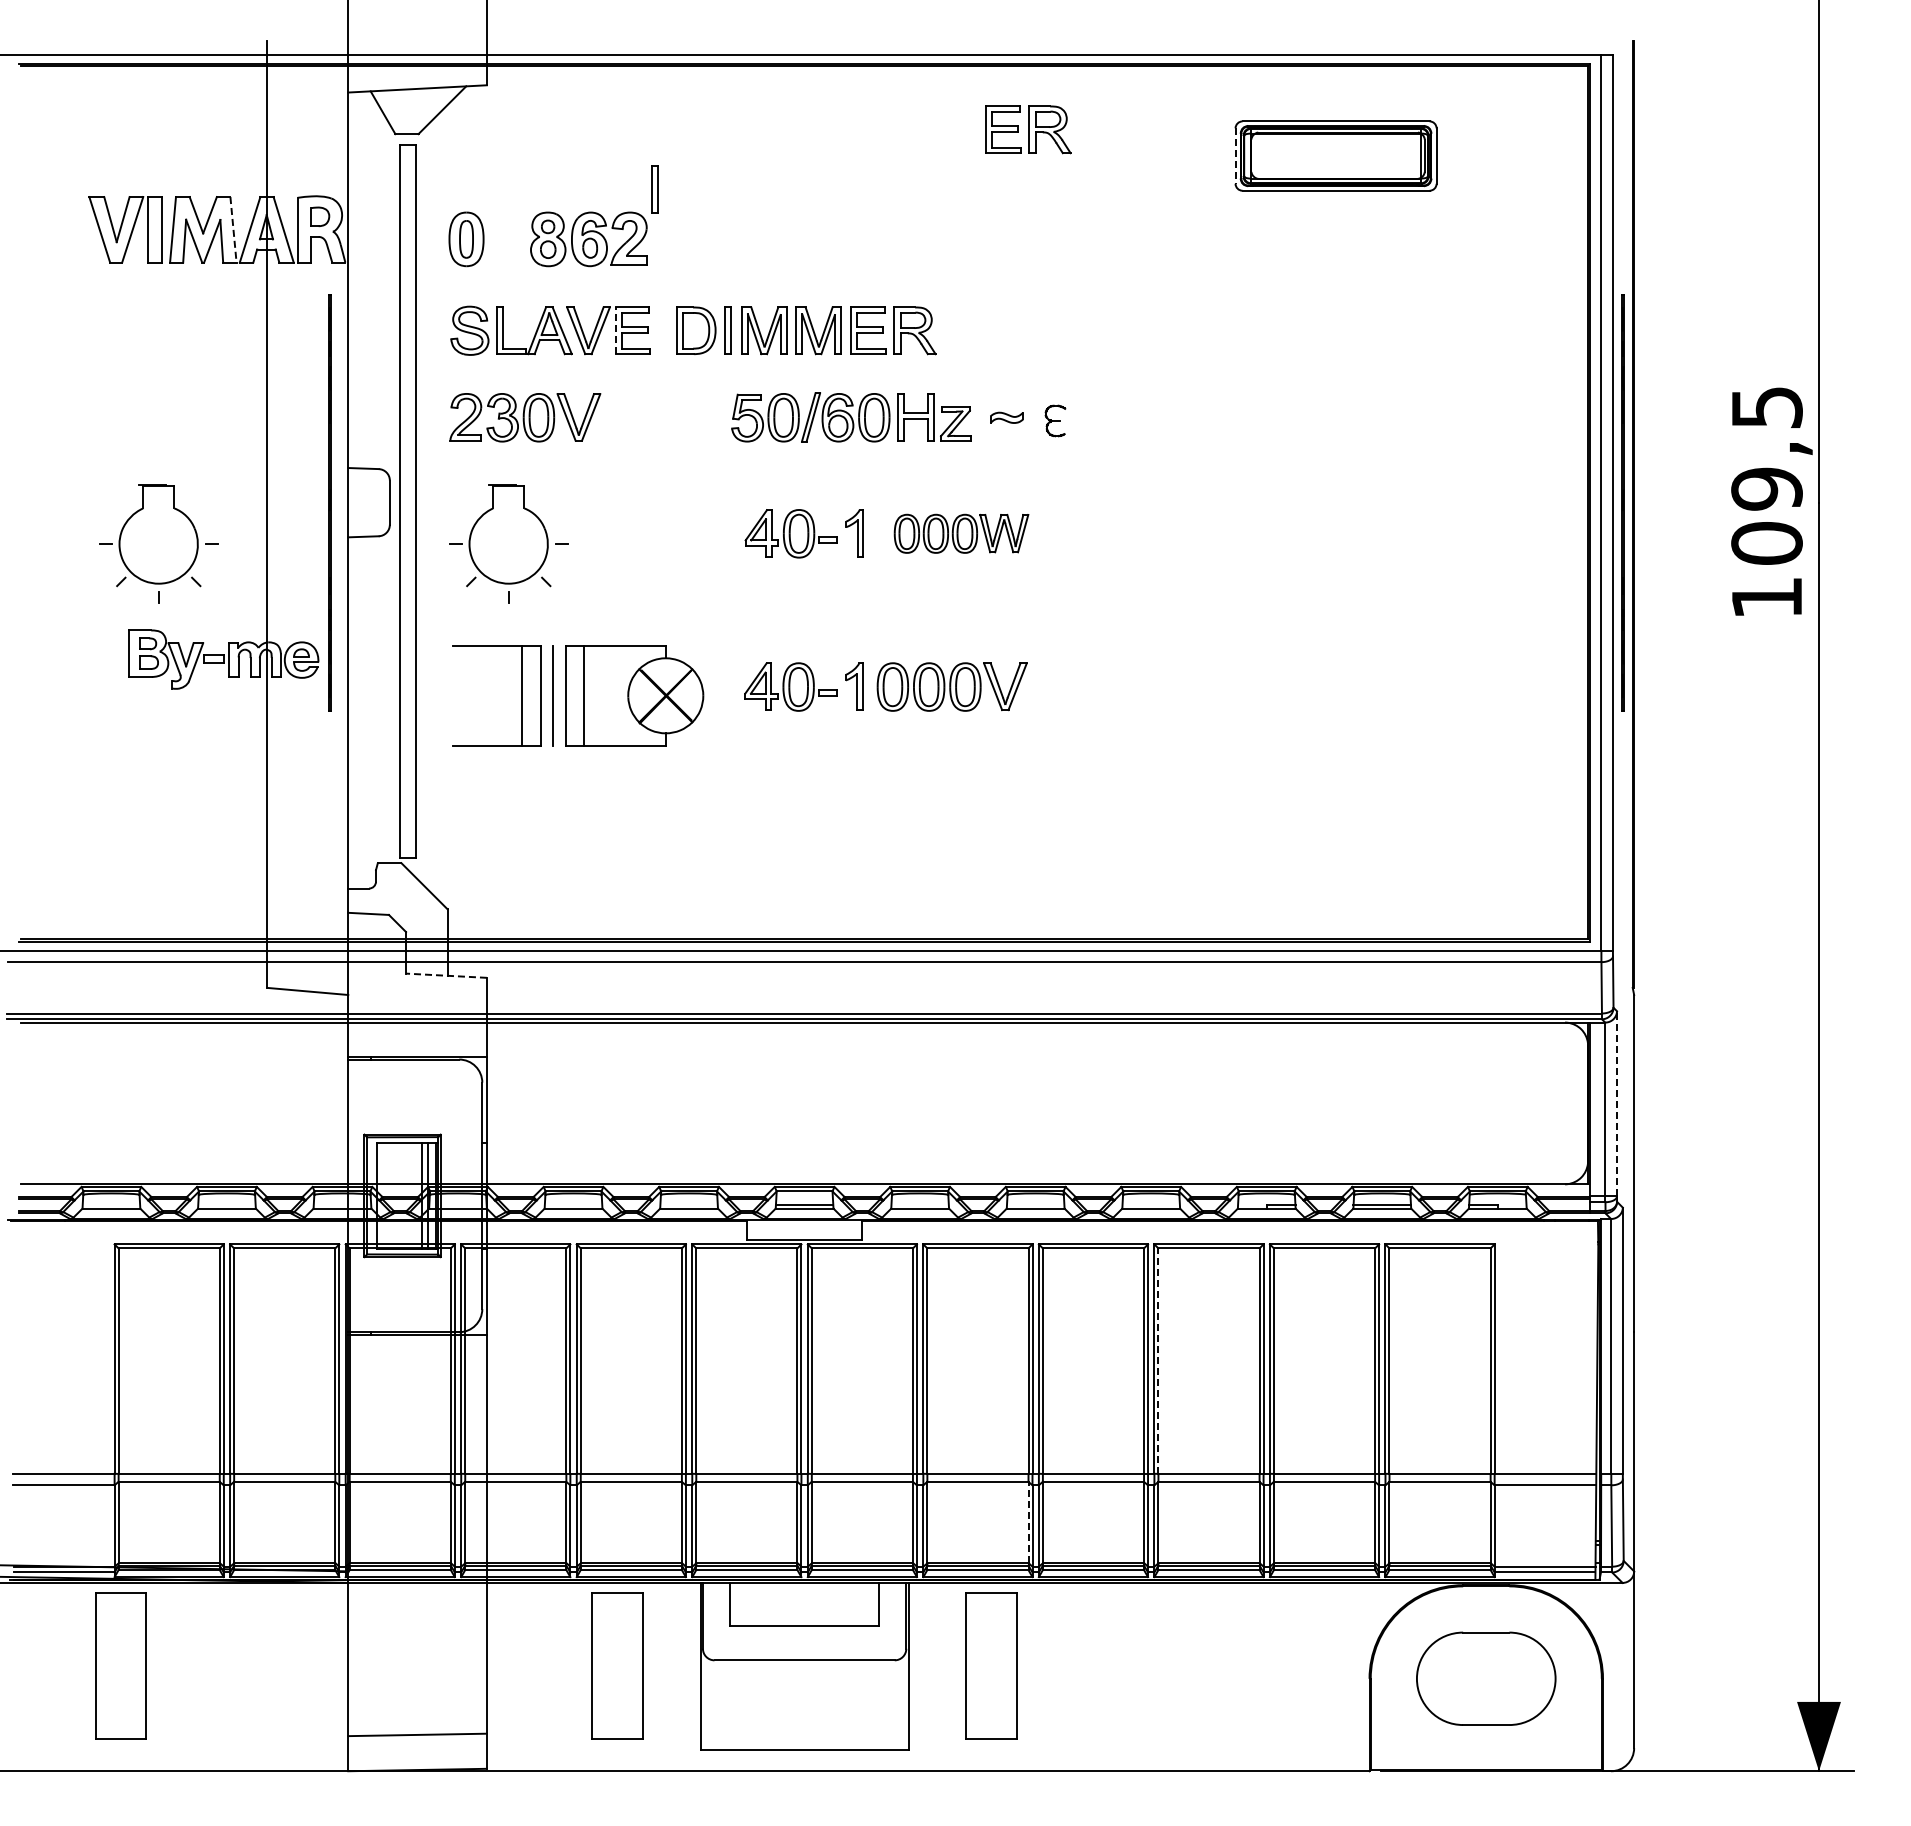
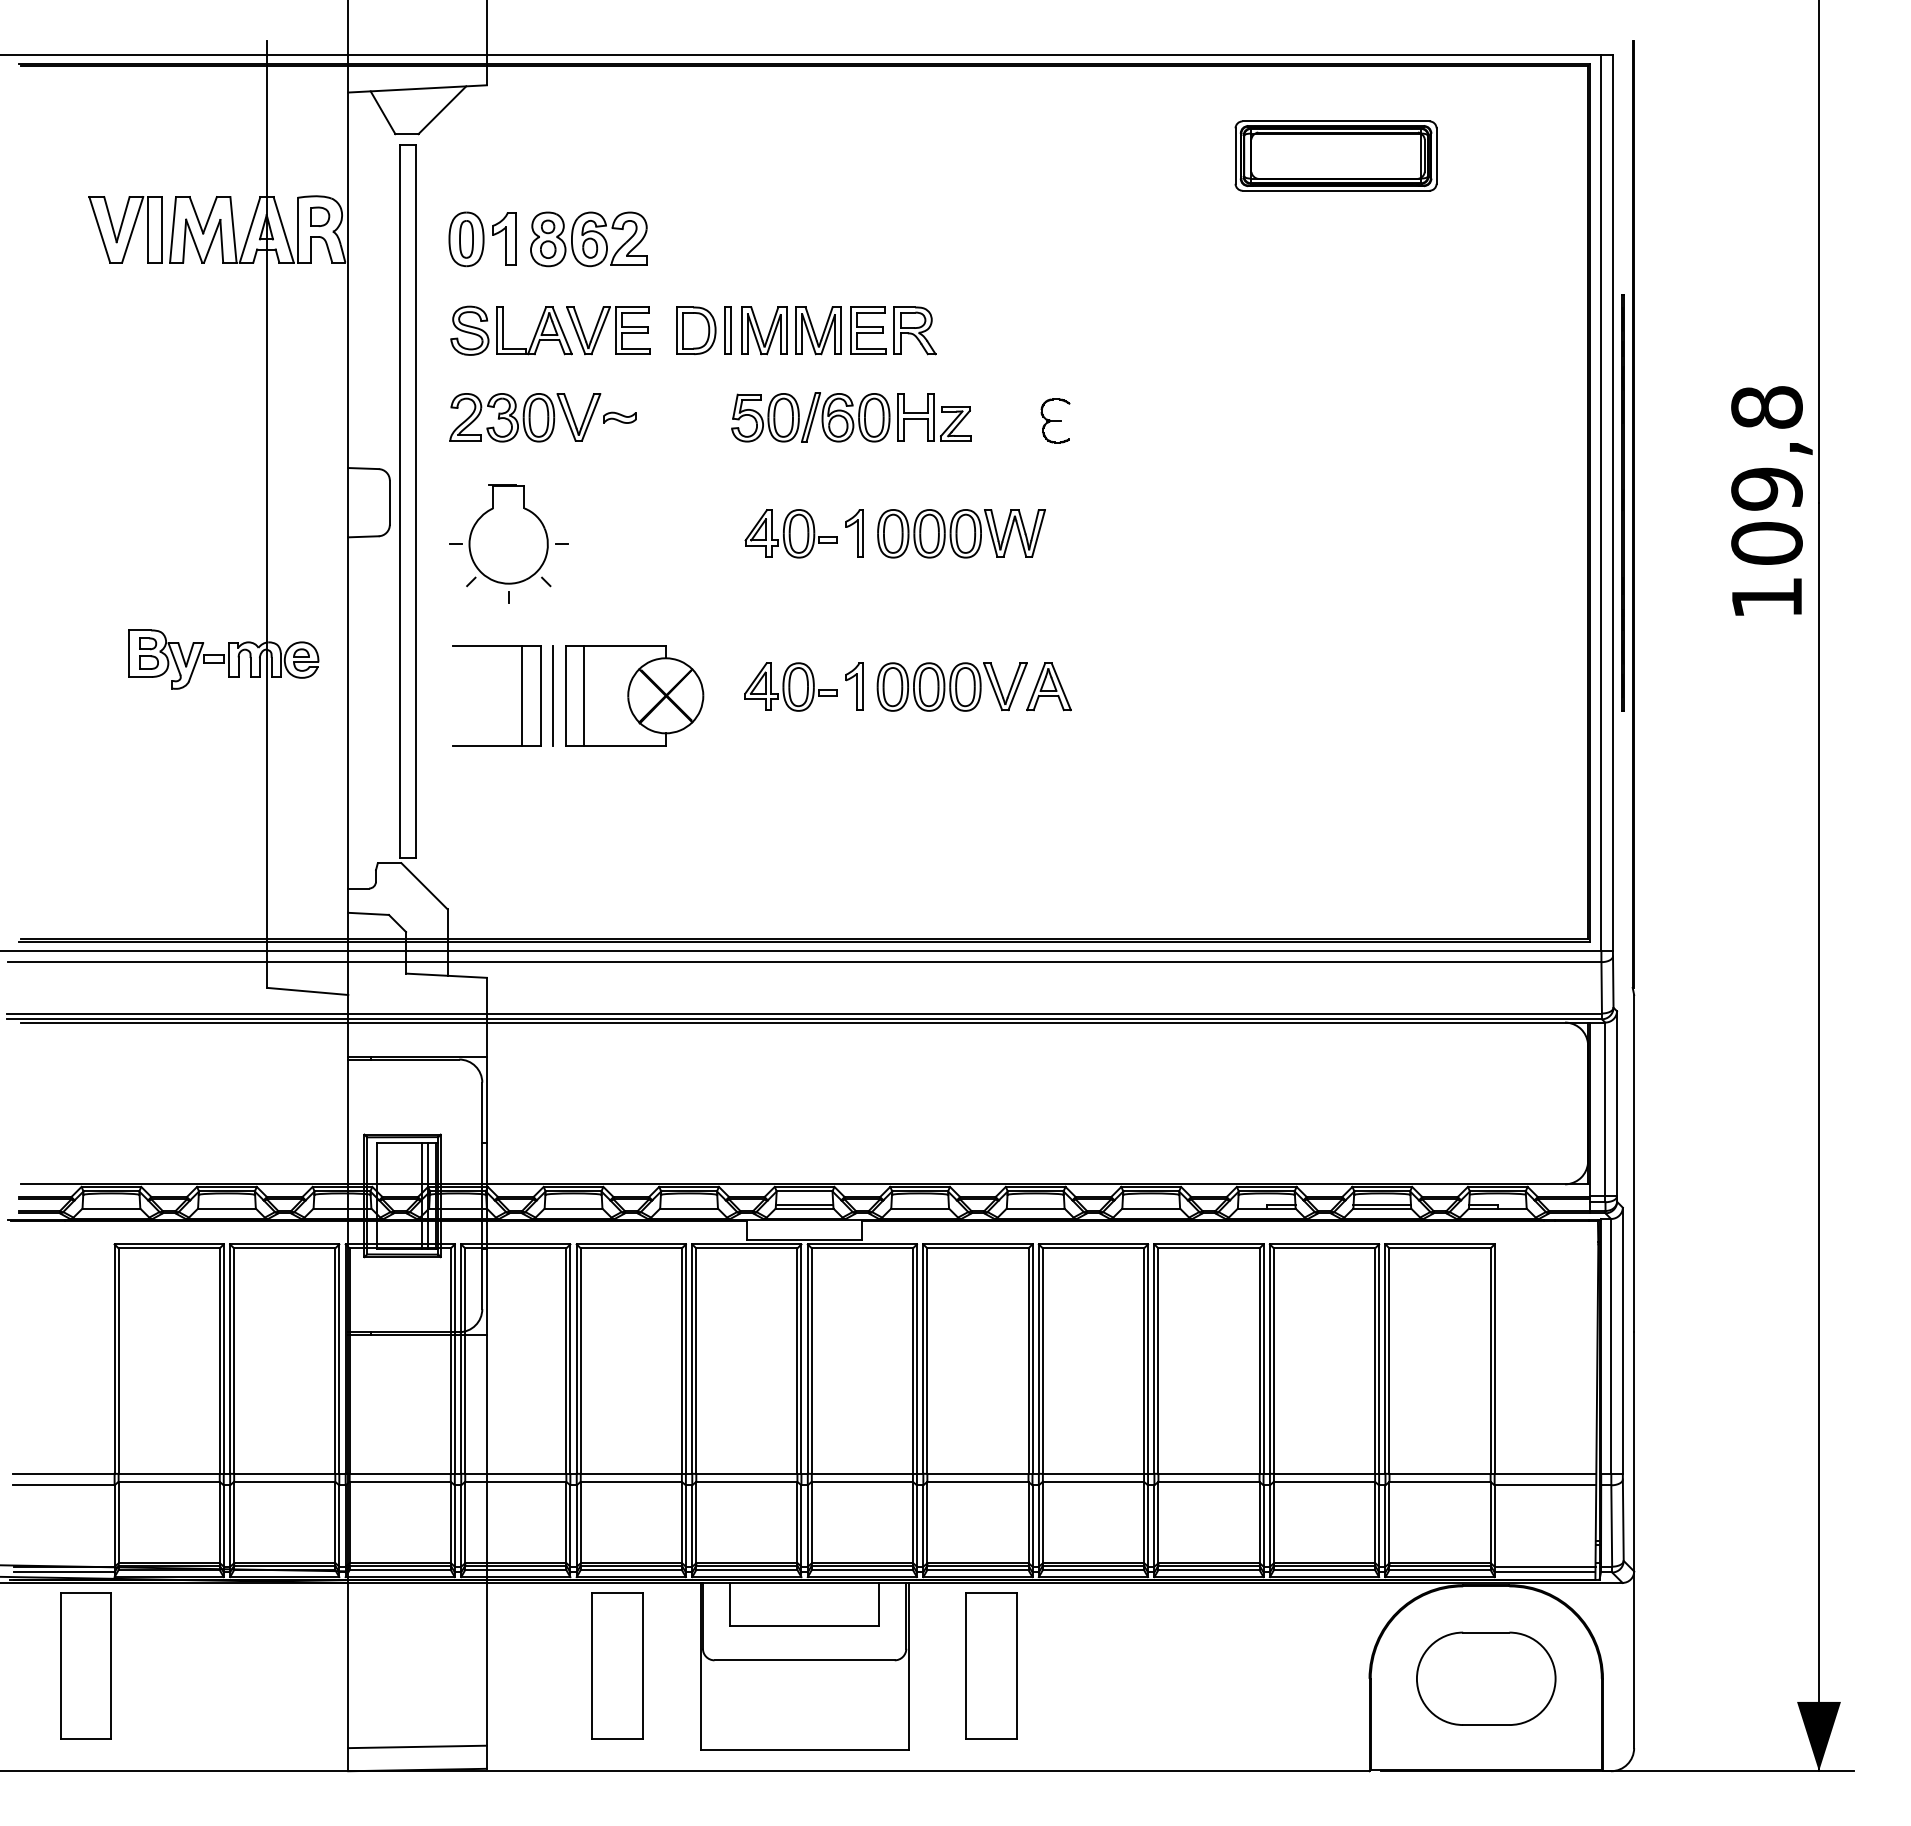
part at (1028, 129): present -> none
line at (1235, 156): dashed -> solid
part at (654, 189): present -> none
line at (233, 229): dashed -> solid
part at (504, 238): none -> present
line at (615, 330): dashed -> solid
text at (1766, 407): 109,5 -> 109,8
part at (1006, 417) position: (1006, 417) -> (619, 417)
part at (1055, 420) size: 23x34 px -> 31x46 px
line at (329, 502): present -> none
part at (961, 533) size: 137x41 px -> 169x50 px
part at (158, 543): present -> none
part at (1048, 686): none -> present
line at (445, 975): dashed -> solid
line at (1617, 1103): dashed -> solid
line at (1158, 1361): dashed -> solid
line at (1028, 1522): dashed -> solid
part at (120, 1665) position: (120, 1665) -> (85, 1665)
line at (417, 1734) position: (417, 1734) -> (417, 1746)
